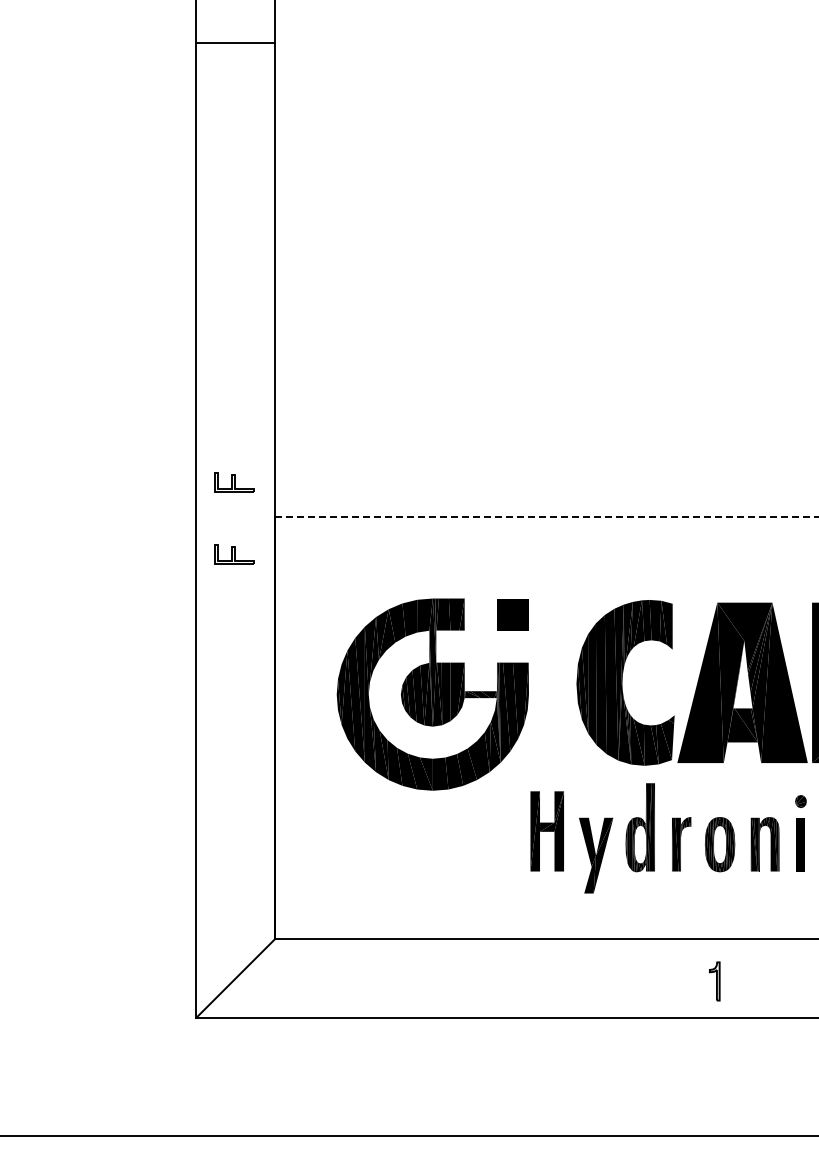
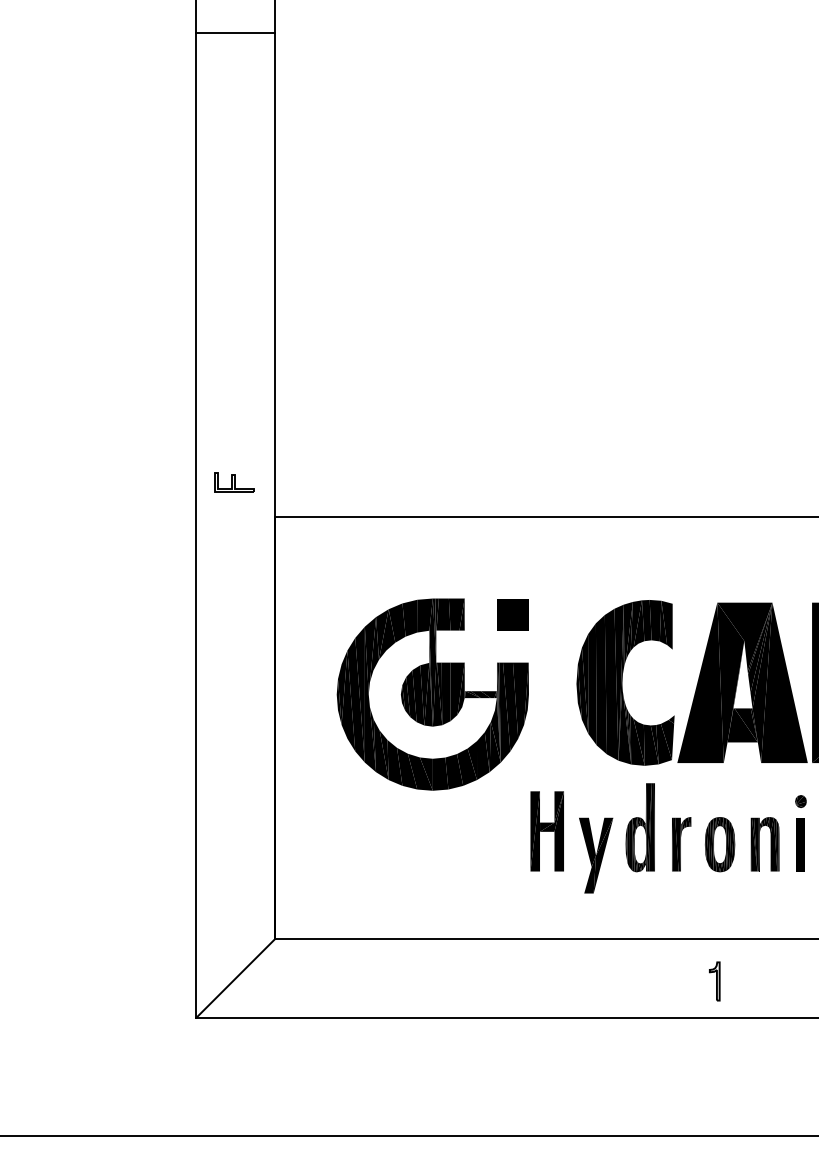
line at (235, 42) position: (235, 42) -> (235, 32)
line at (546, 516): dashed -> solid
part at (234, 554): present -> none
